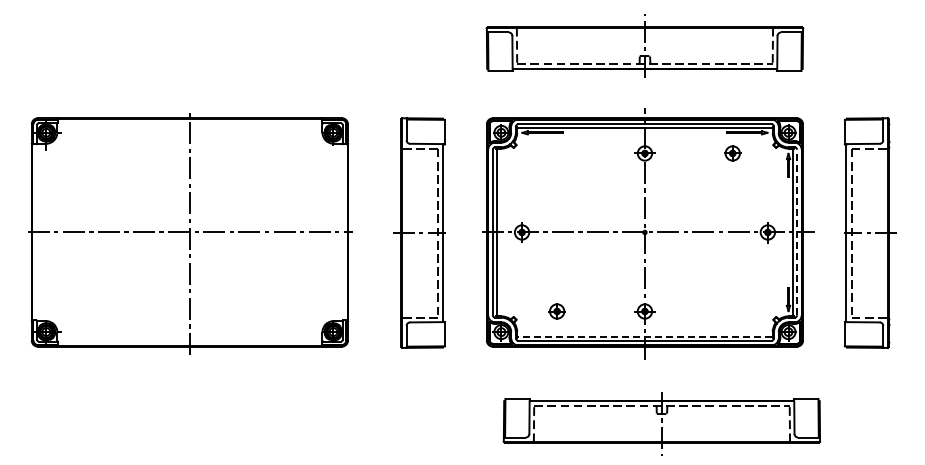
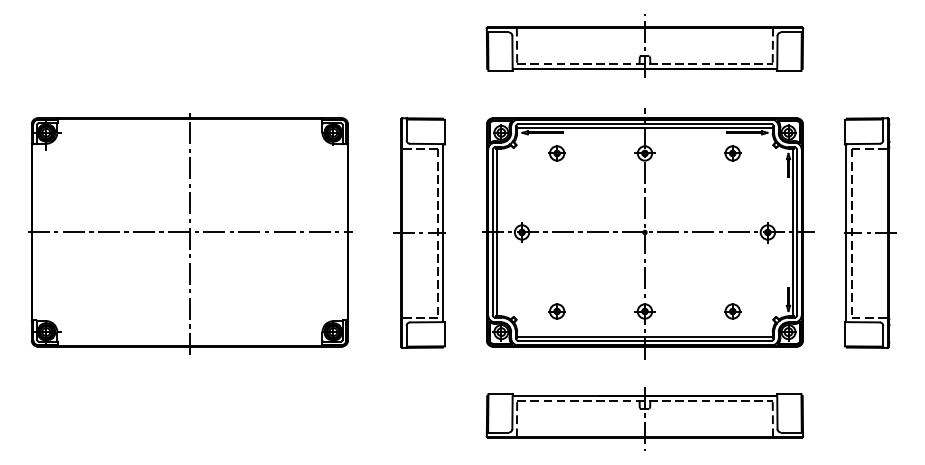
part at (556, 153): none -> present
line at (797, 232): dashed -> solid
part at (732, 311): none -> present
line at (644, 336): dashed -> solid
part at (661, 423) position: (661, 423) -> (644, 418)
